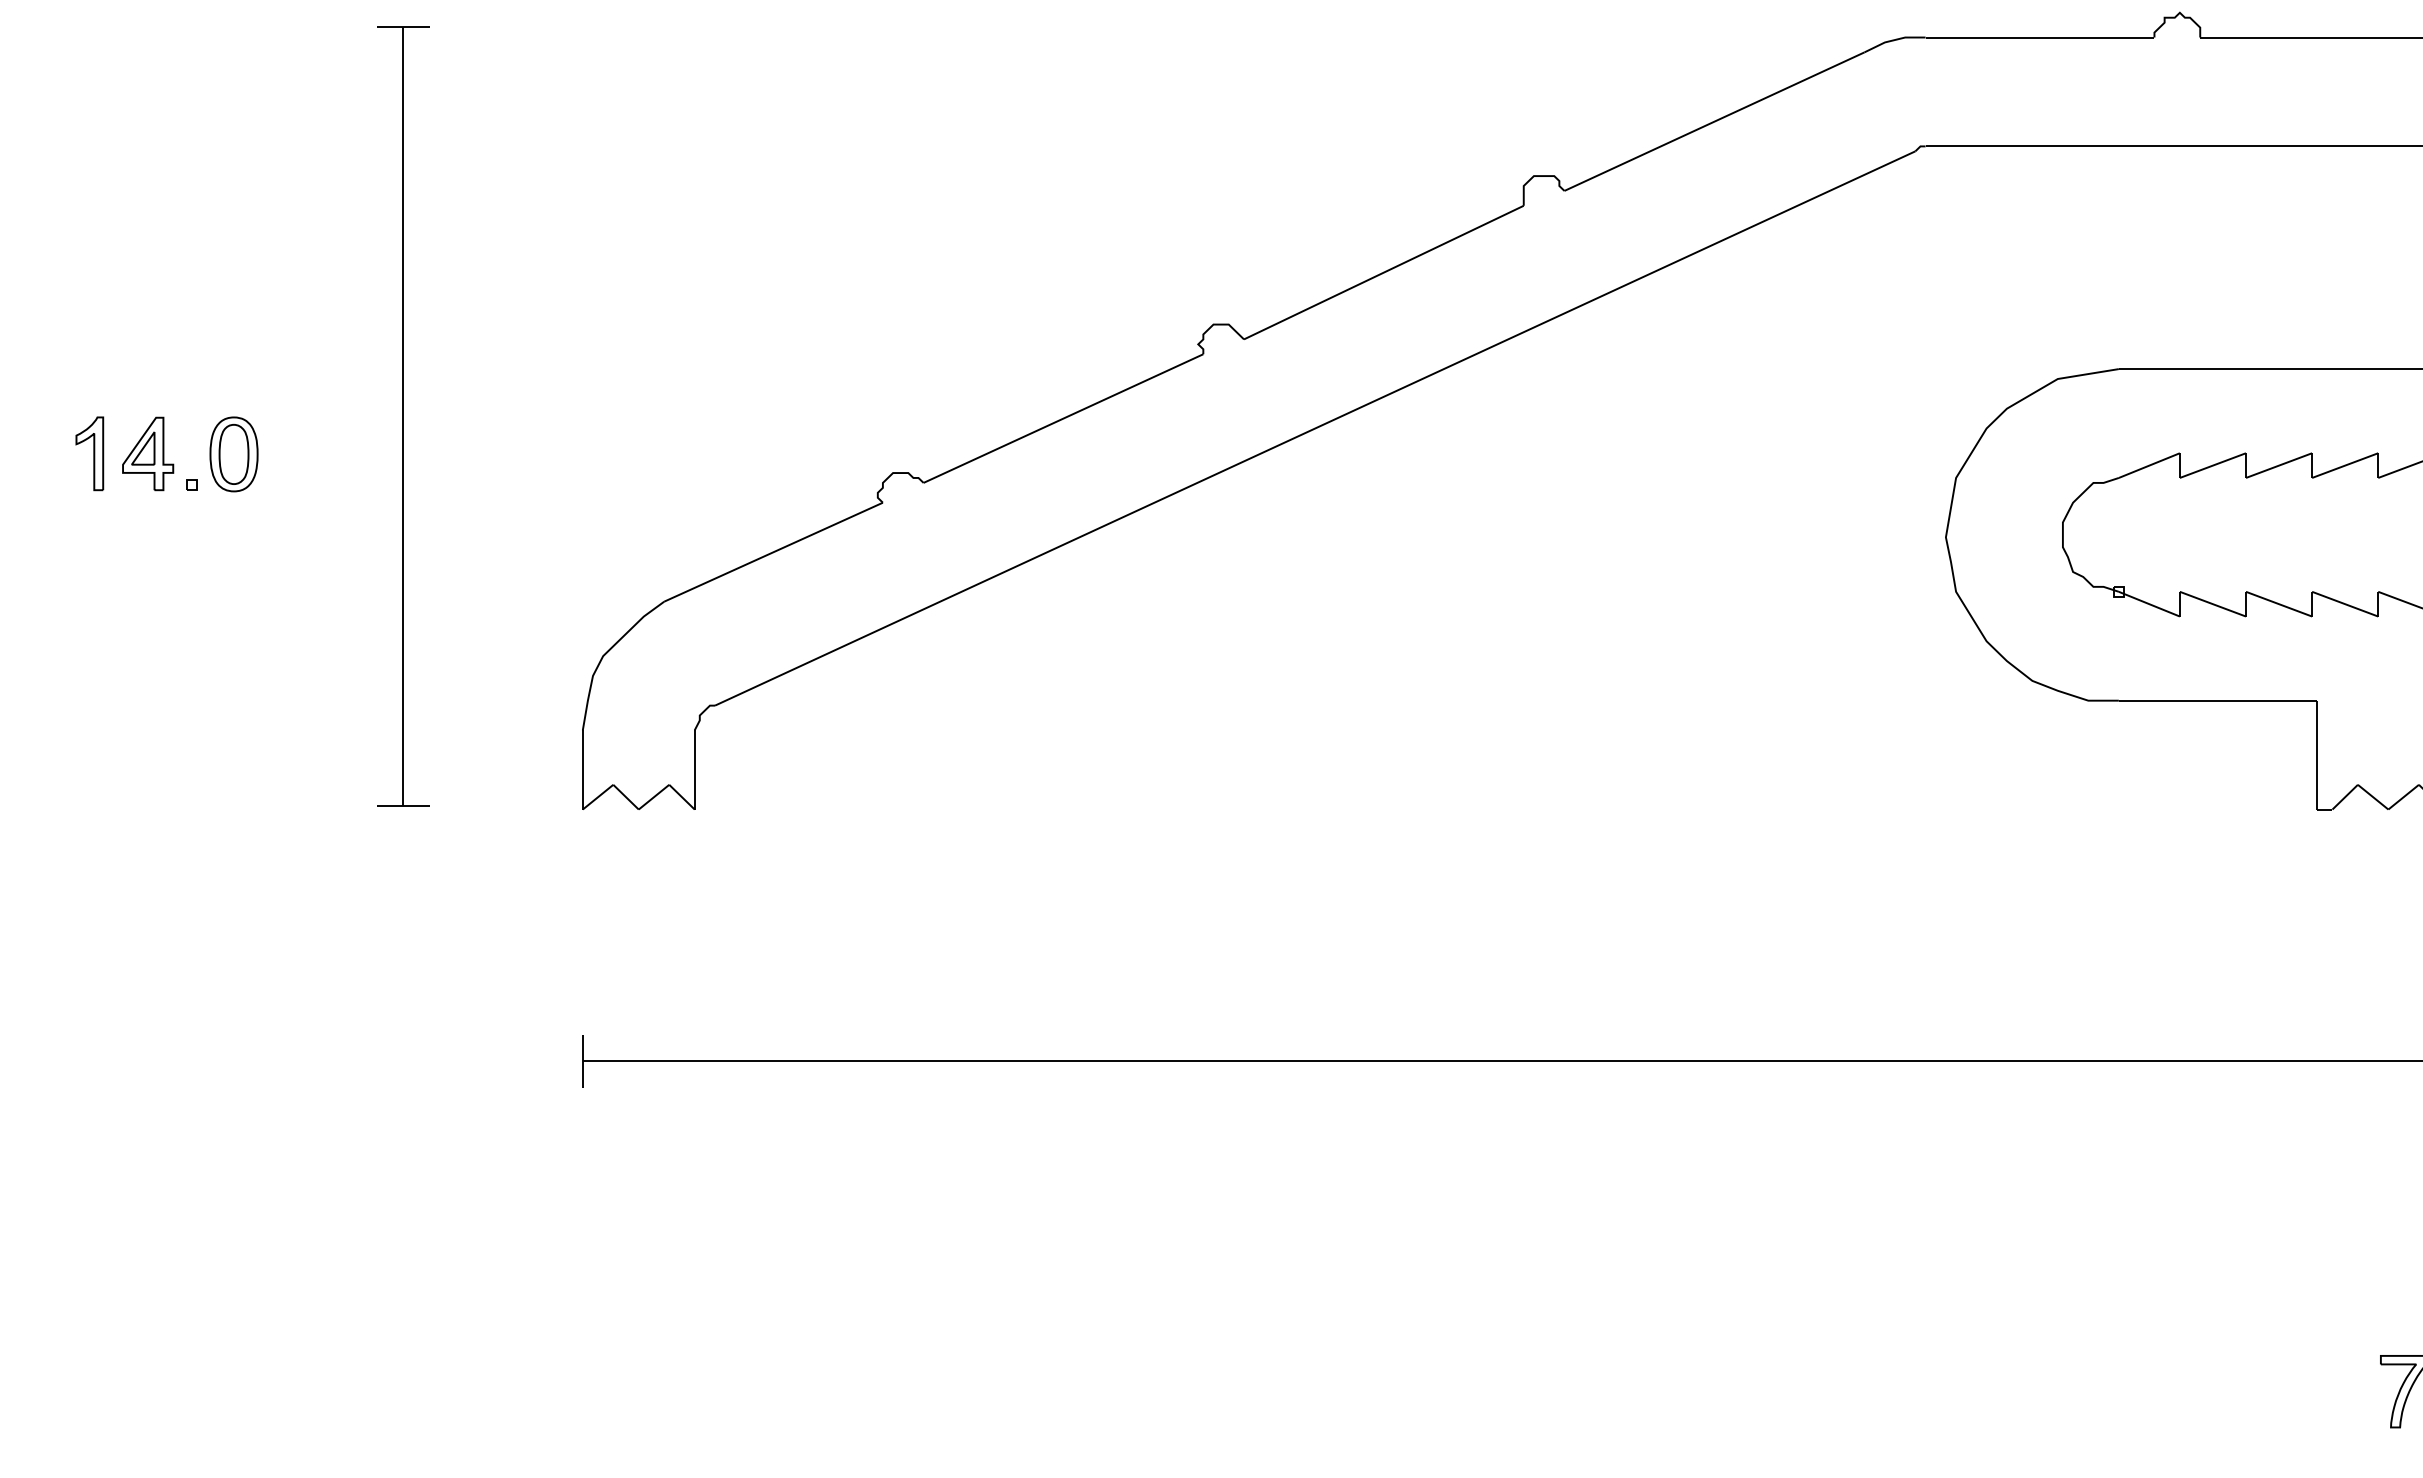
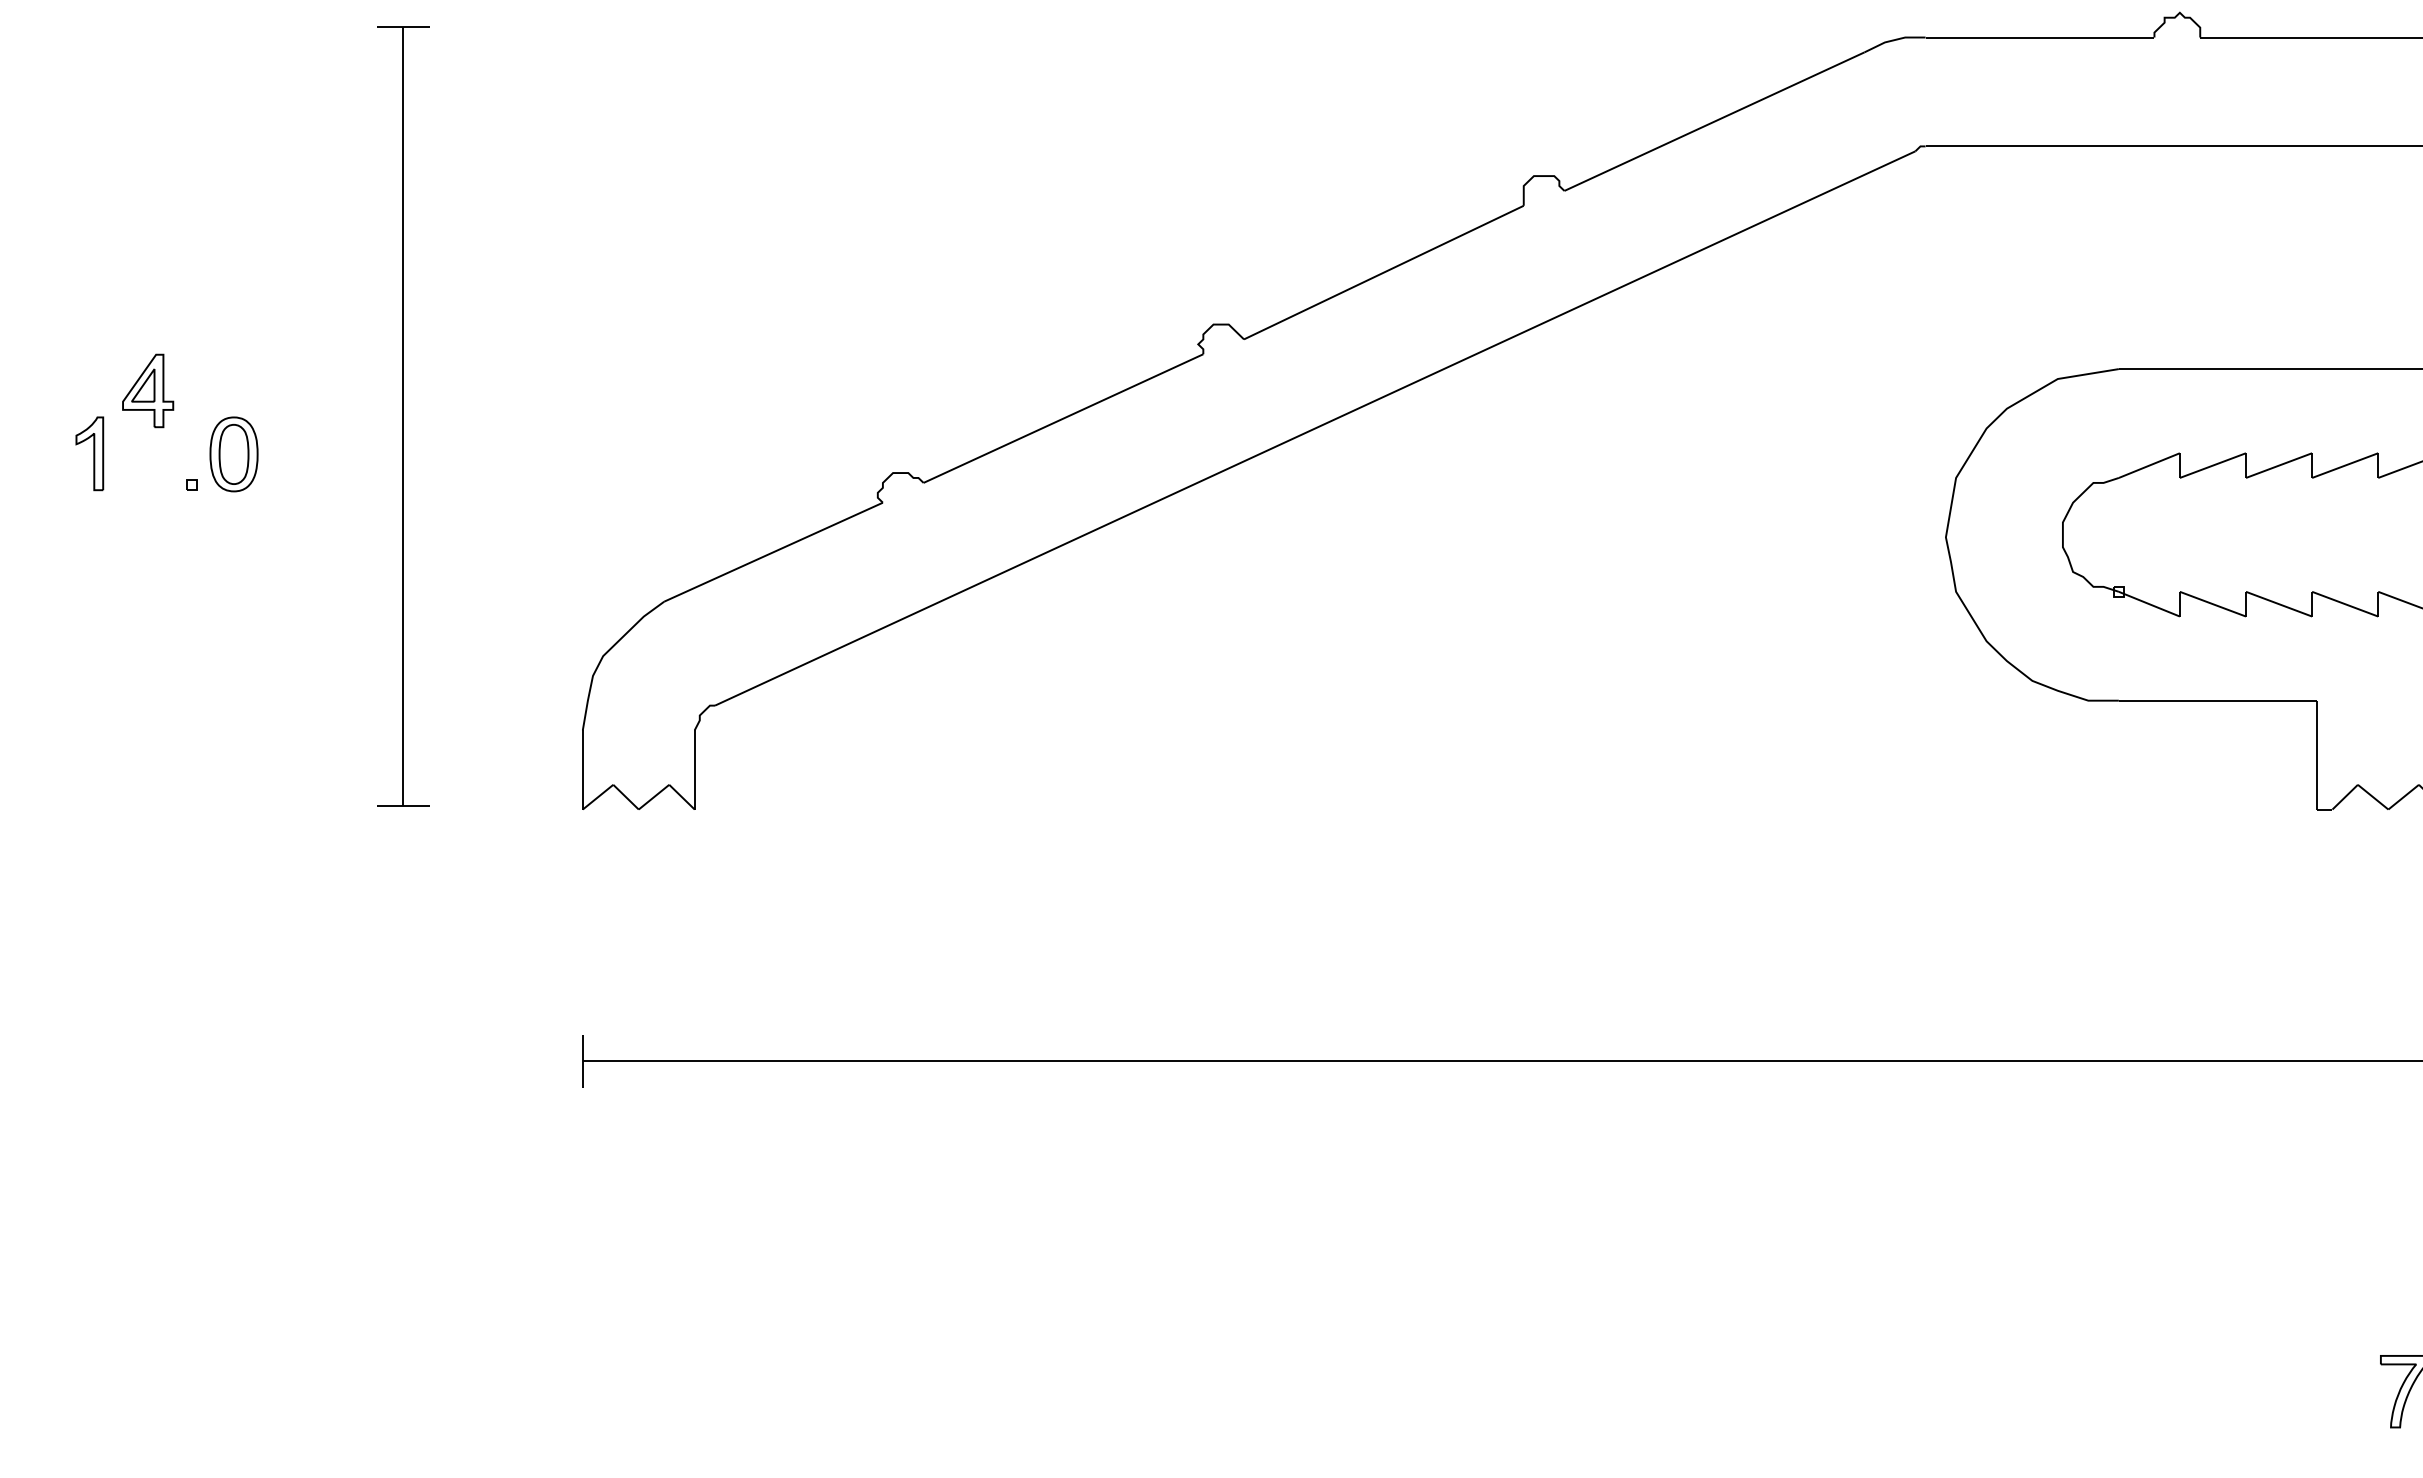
part at (148, 453) position: (148, 453) -> (148, 390)
